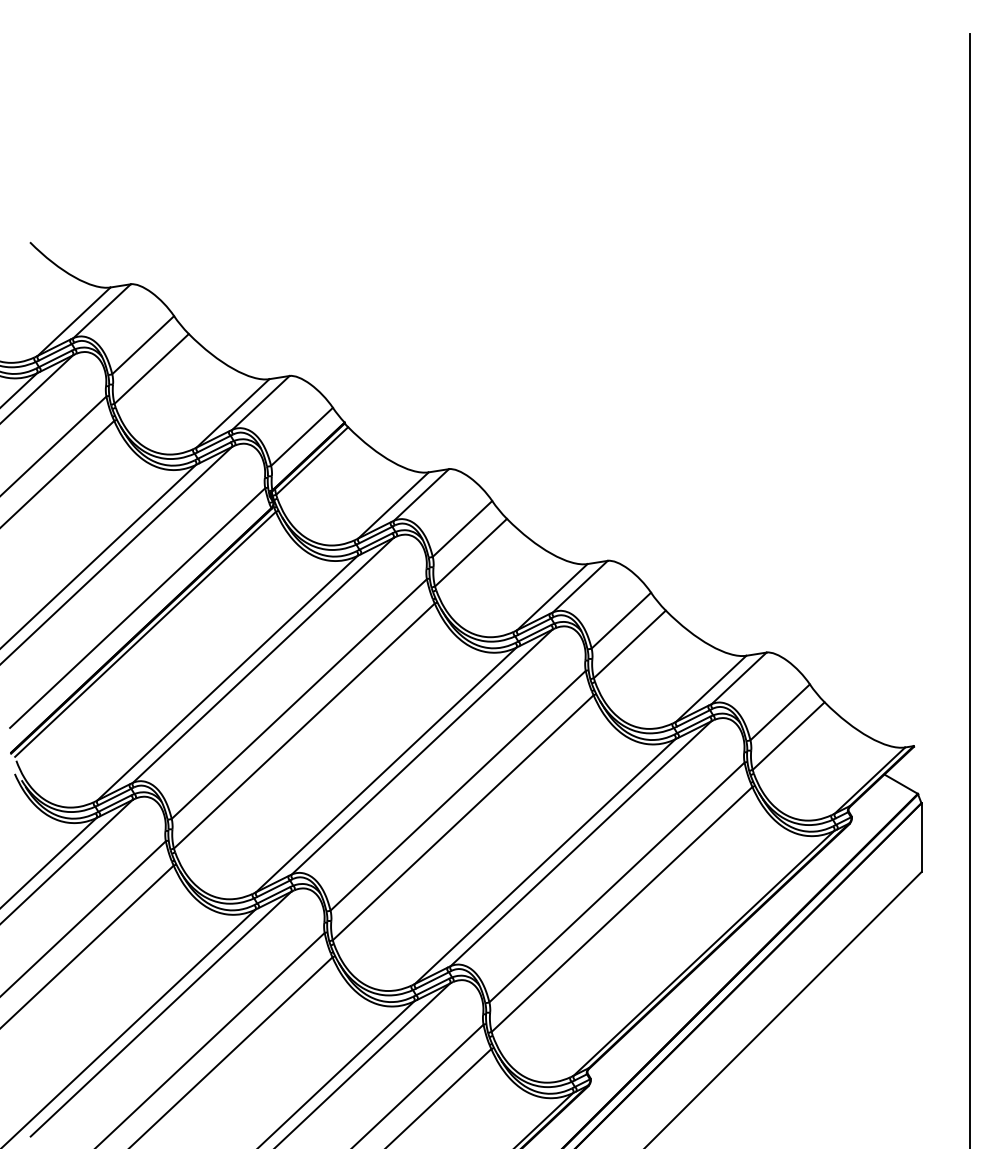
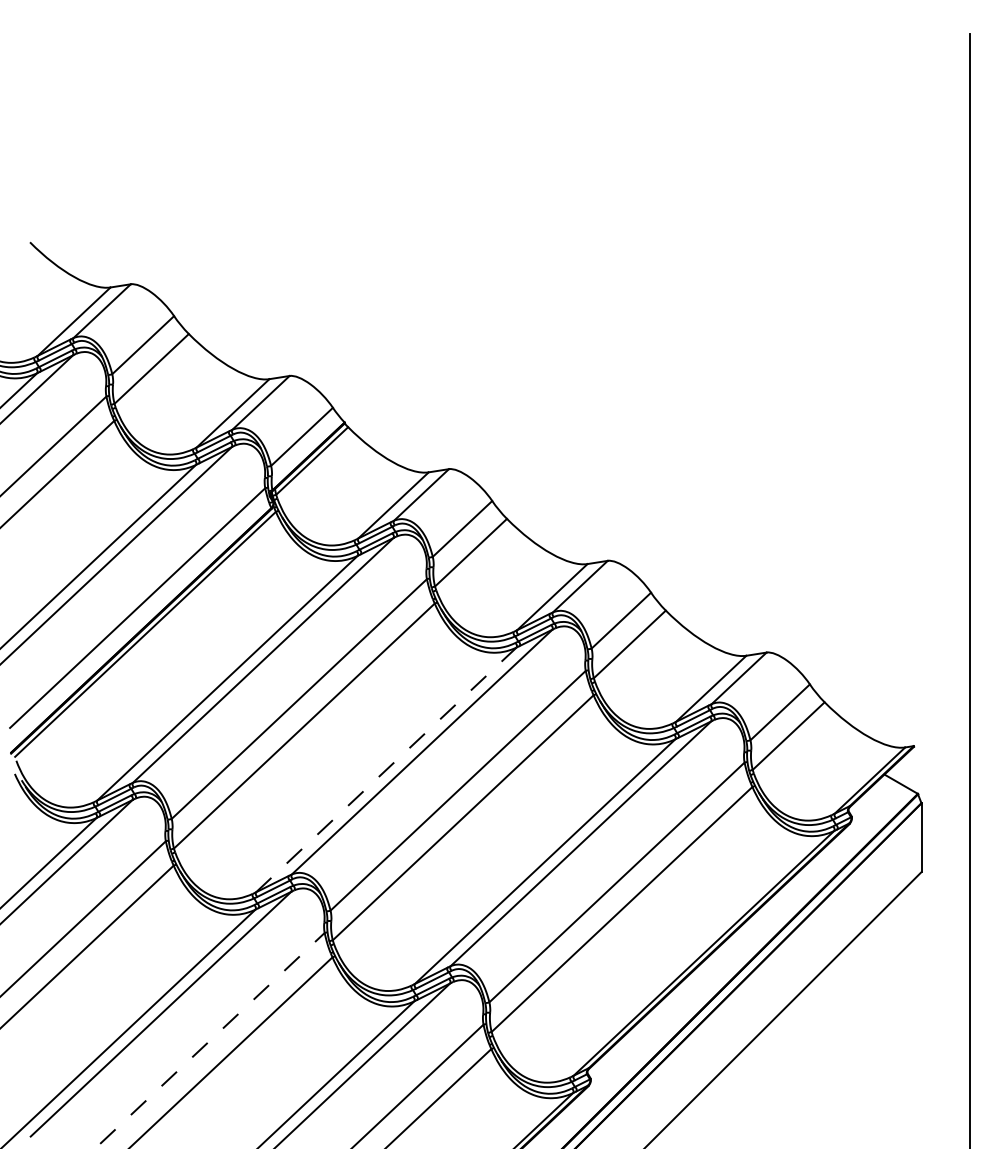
line at (386, 769): solid -> dashed
line at (209, 1040): solid -> dashed
